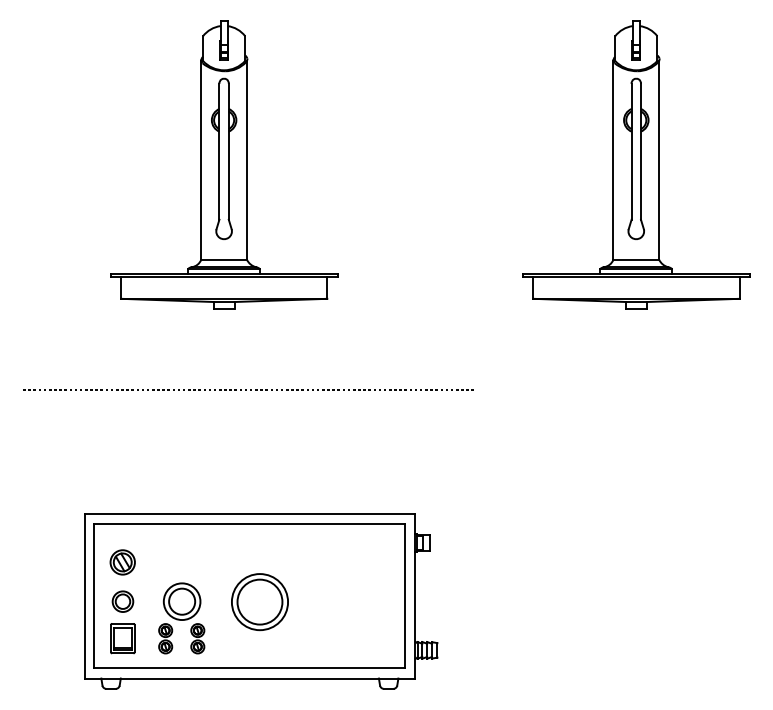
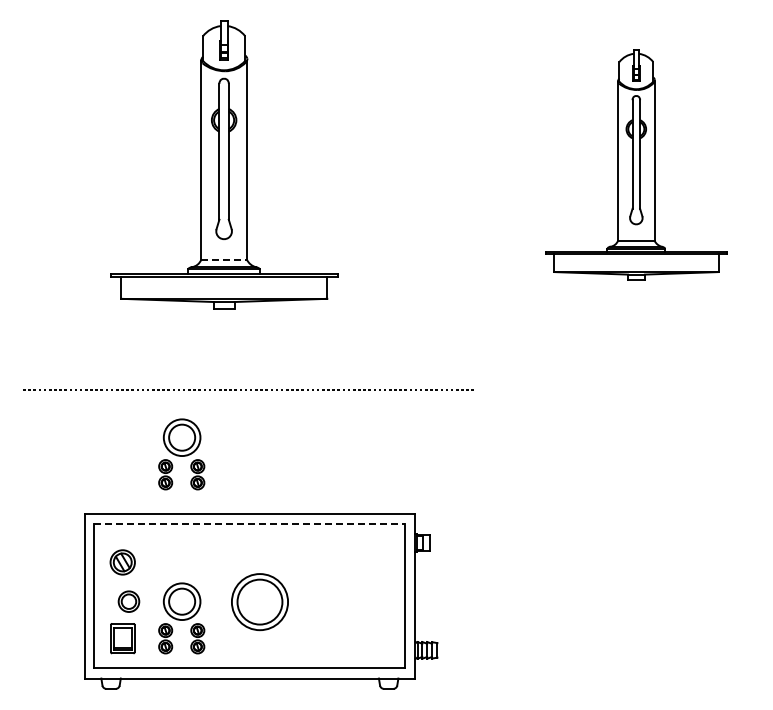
part at (636, 164) size: 229x290 px -> 183x232 px
line at (224, 259): solid -> dashed
part at (181, 454): none -> present
line at (249, 523): solid -> dashed
part at (122, 601) position: (122, 601) -> (128, 601)
